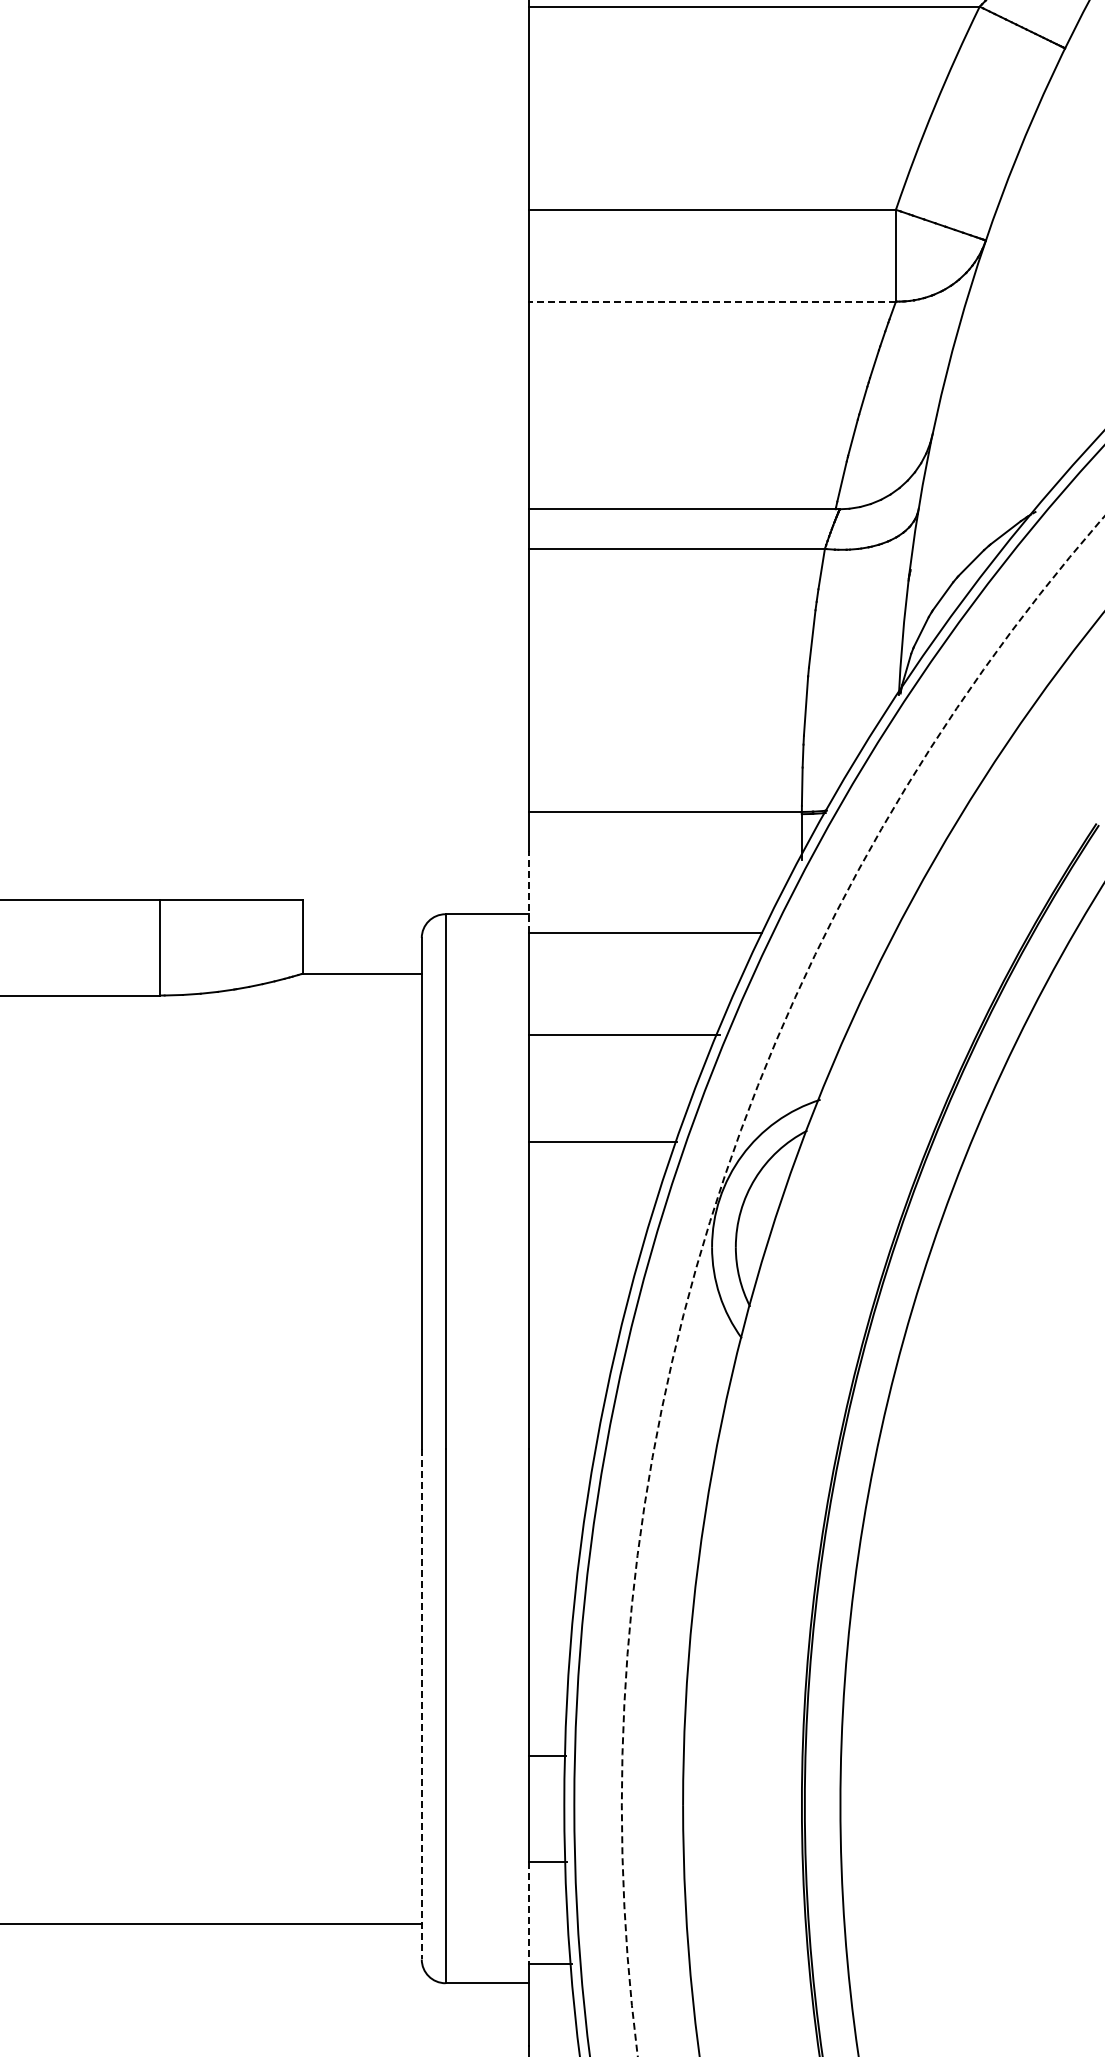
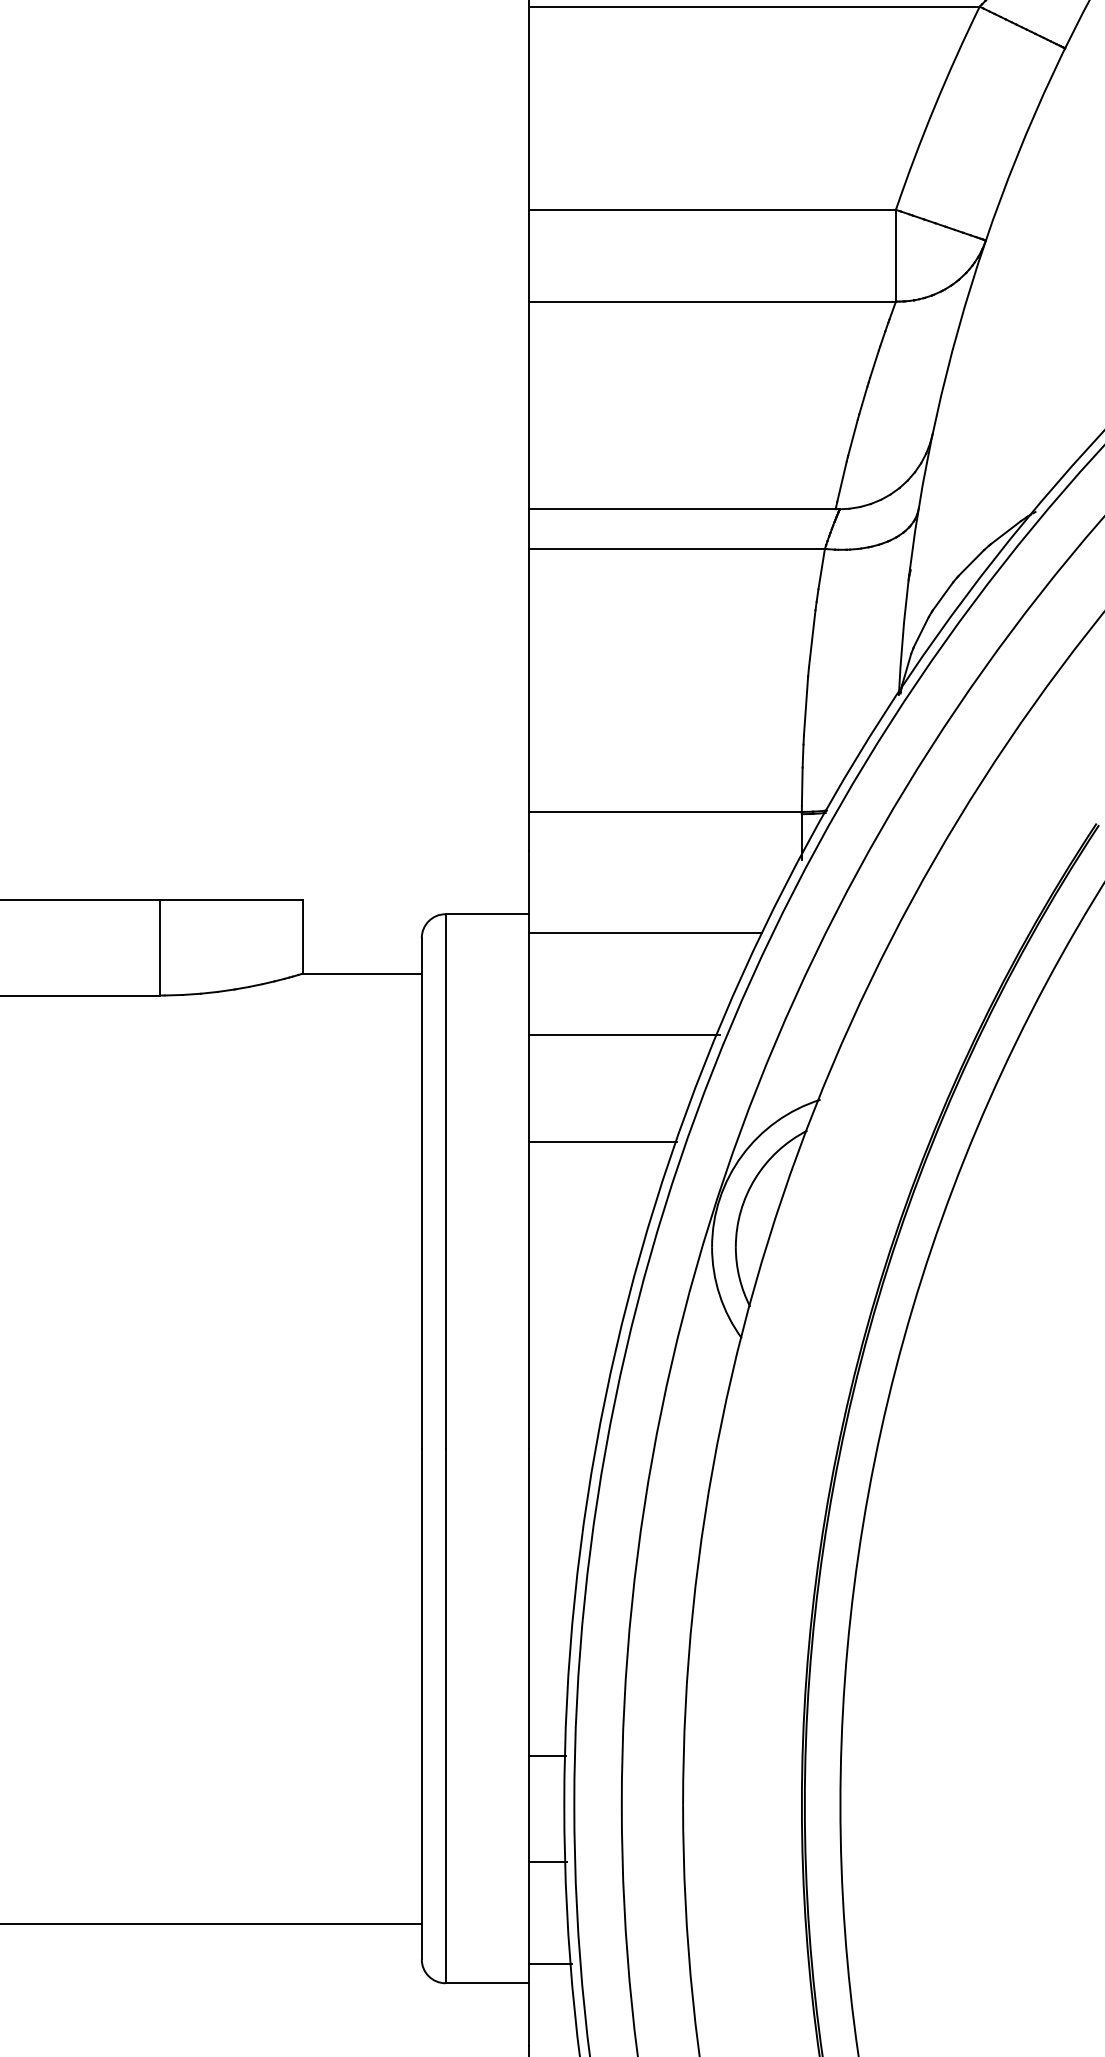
line at (712, 301): dashed -> solid
line at (528, 891): dashed -> solid
arc at (706, 1234): dashed -> solid
line at (421, 1704): dashed -> solid
line at (528, 1913): dashed -> solid
